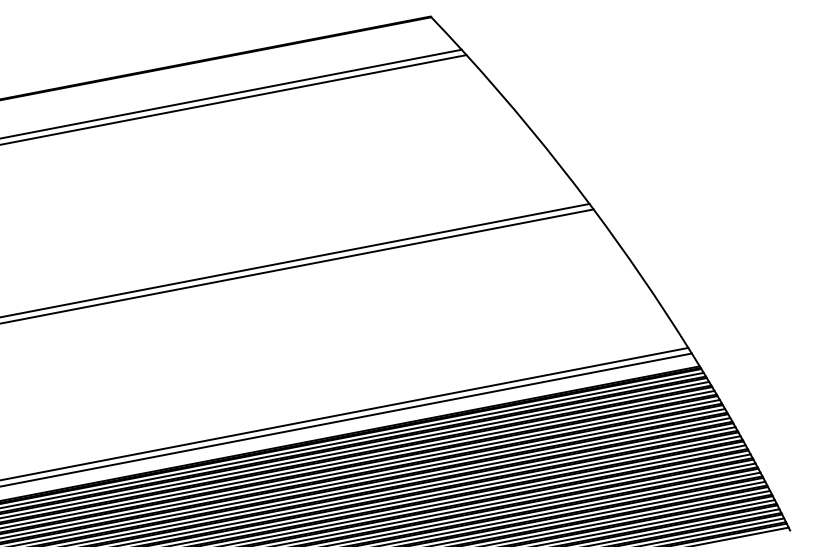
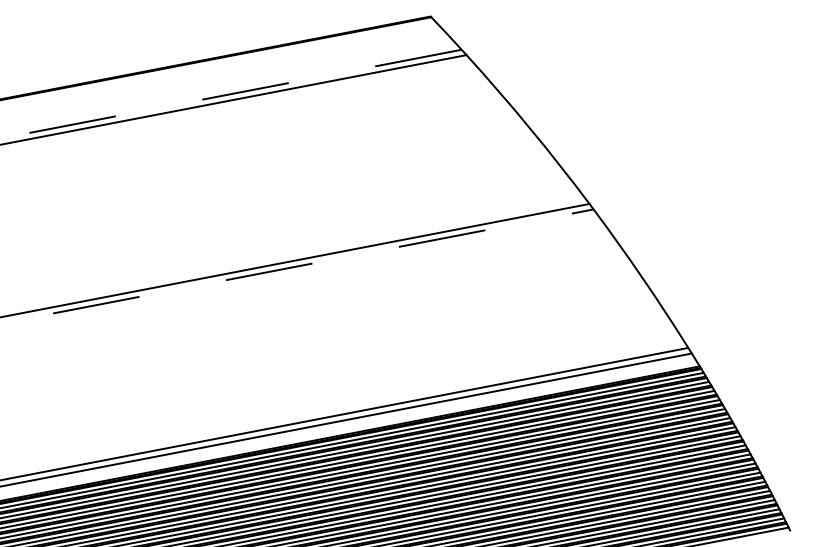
line at (230, 94): solid -> dashed
line at (297, 266): solid -> dashed
